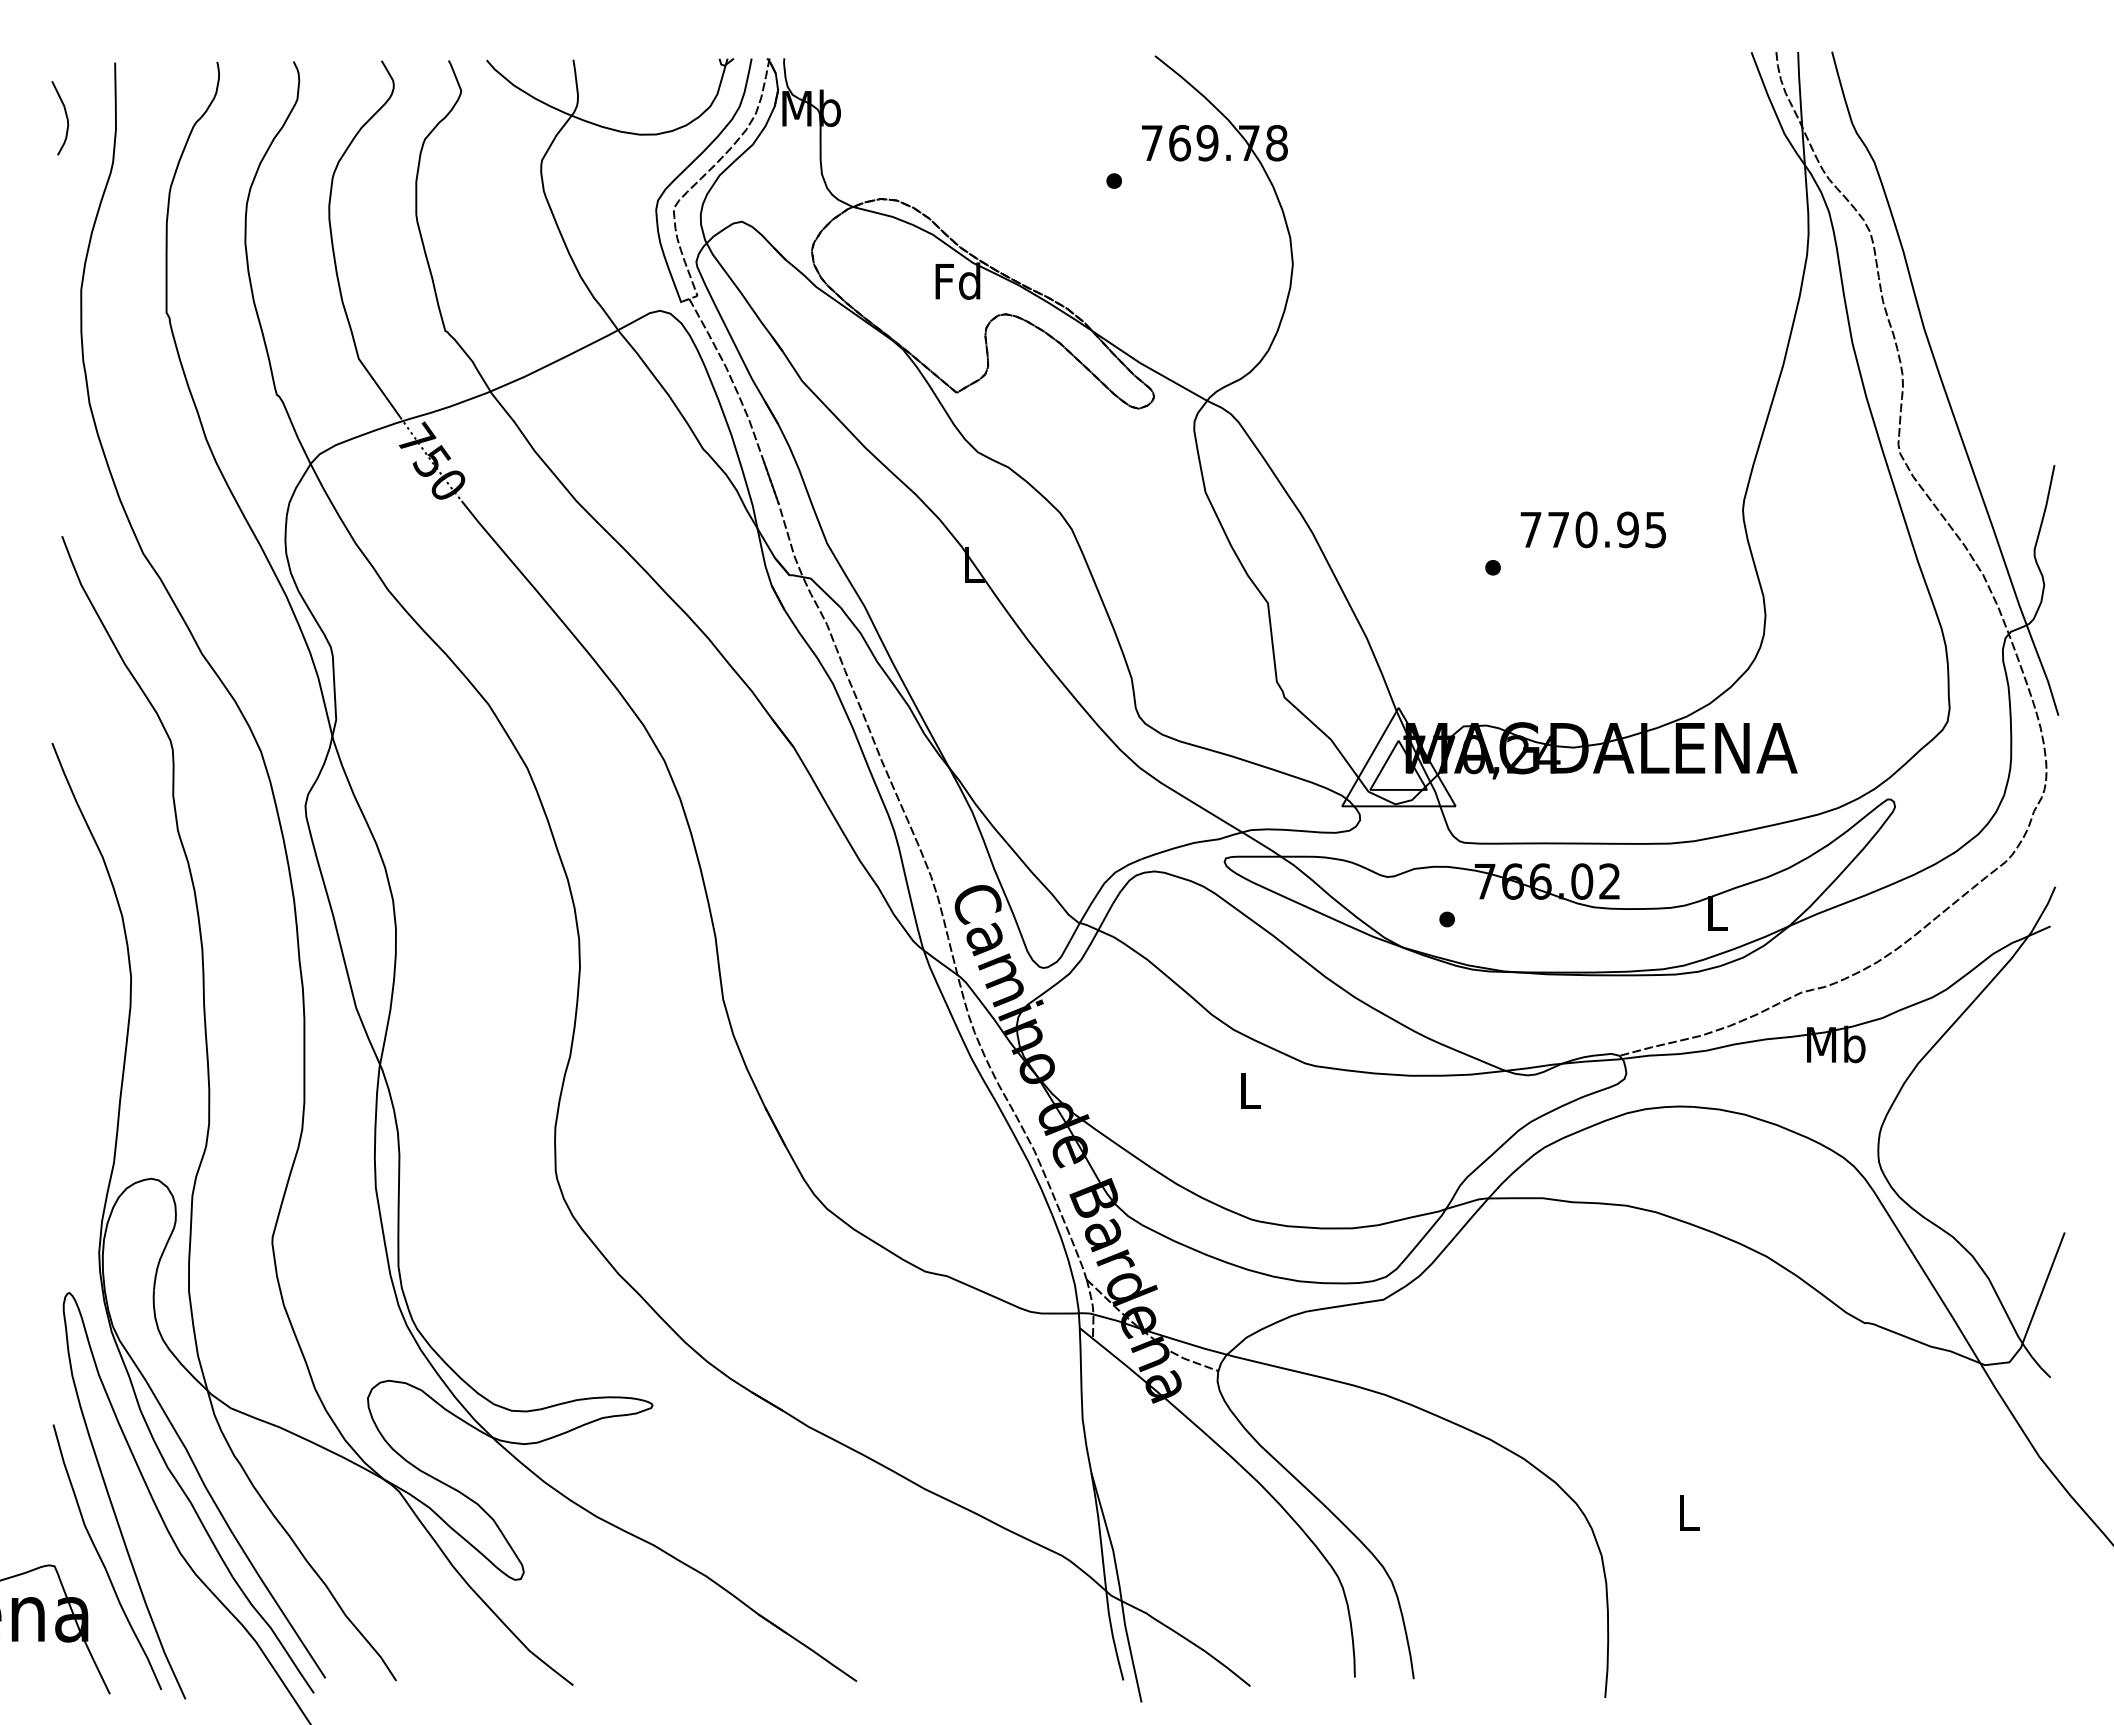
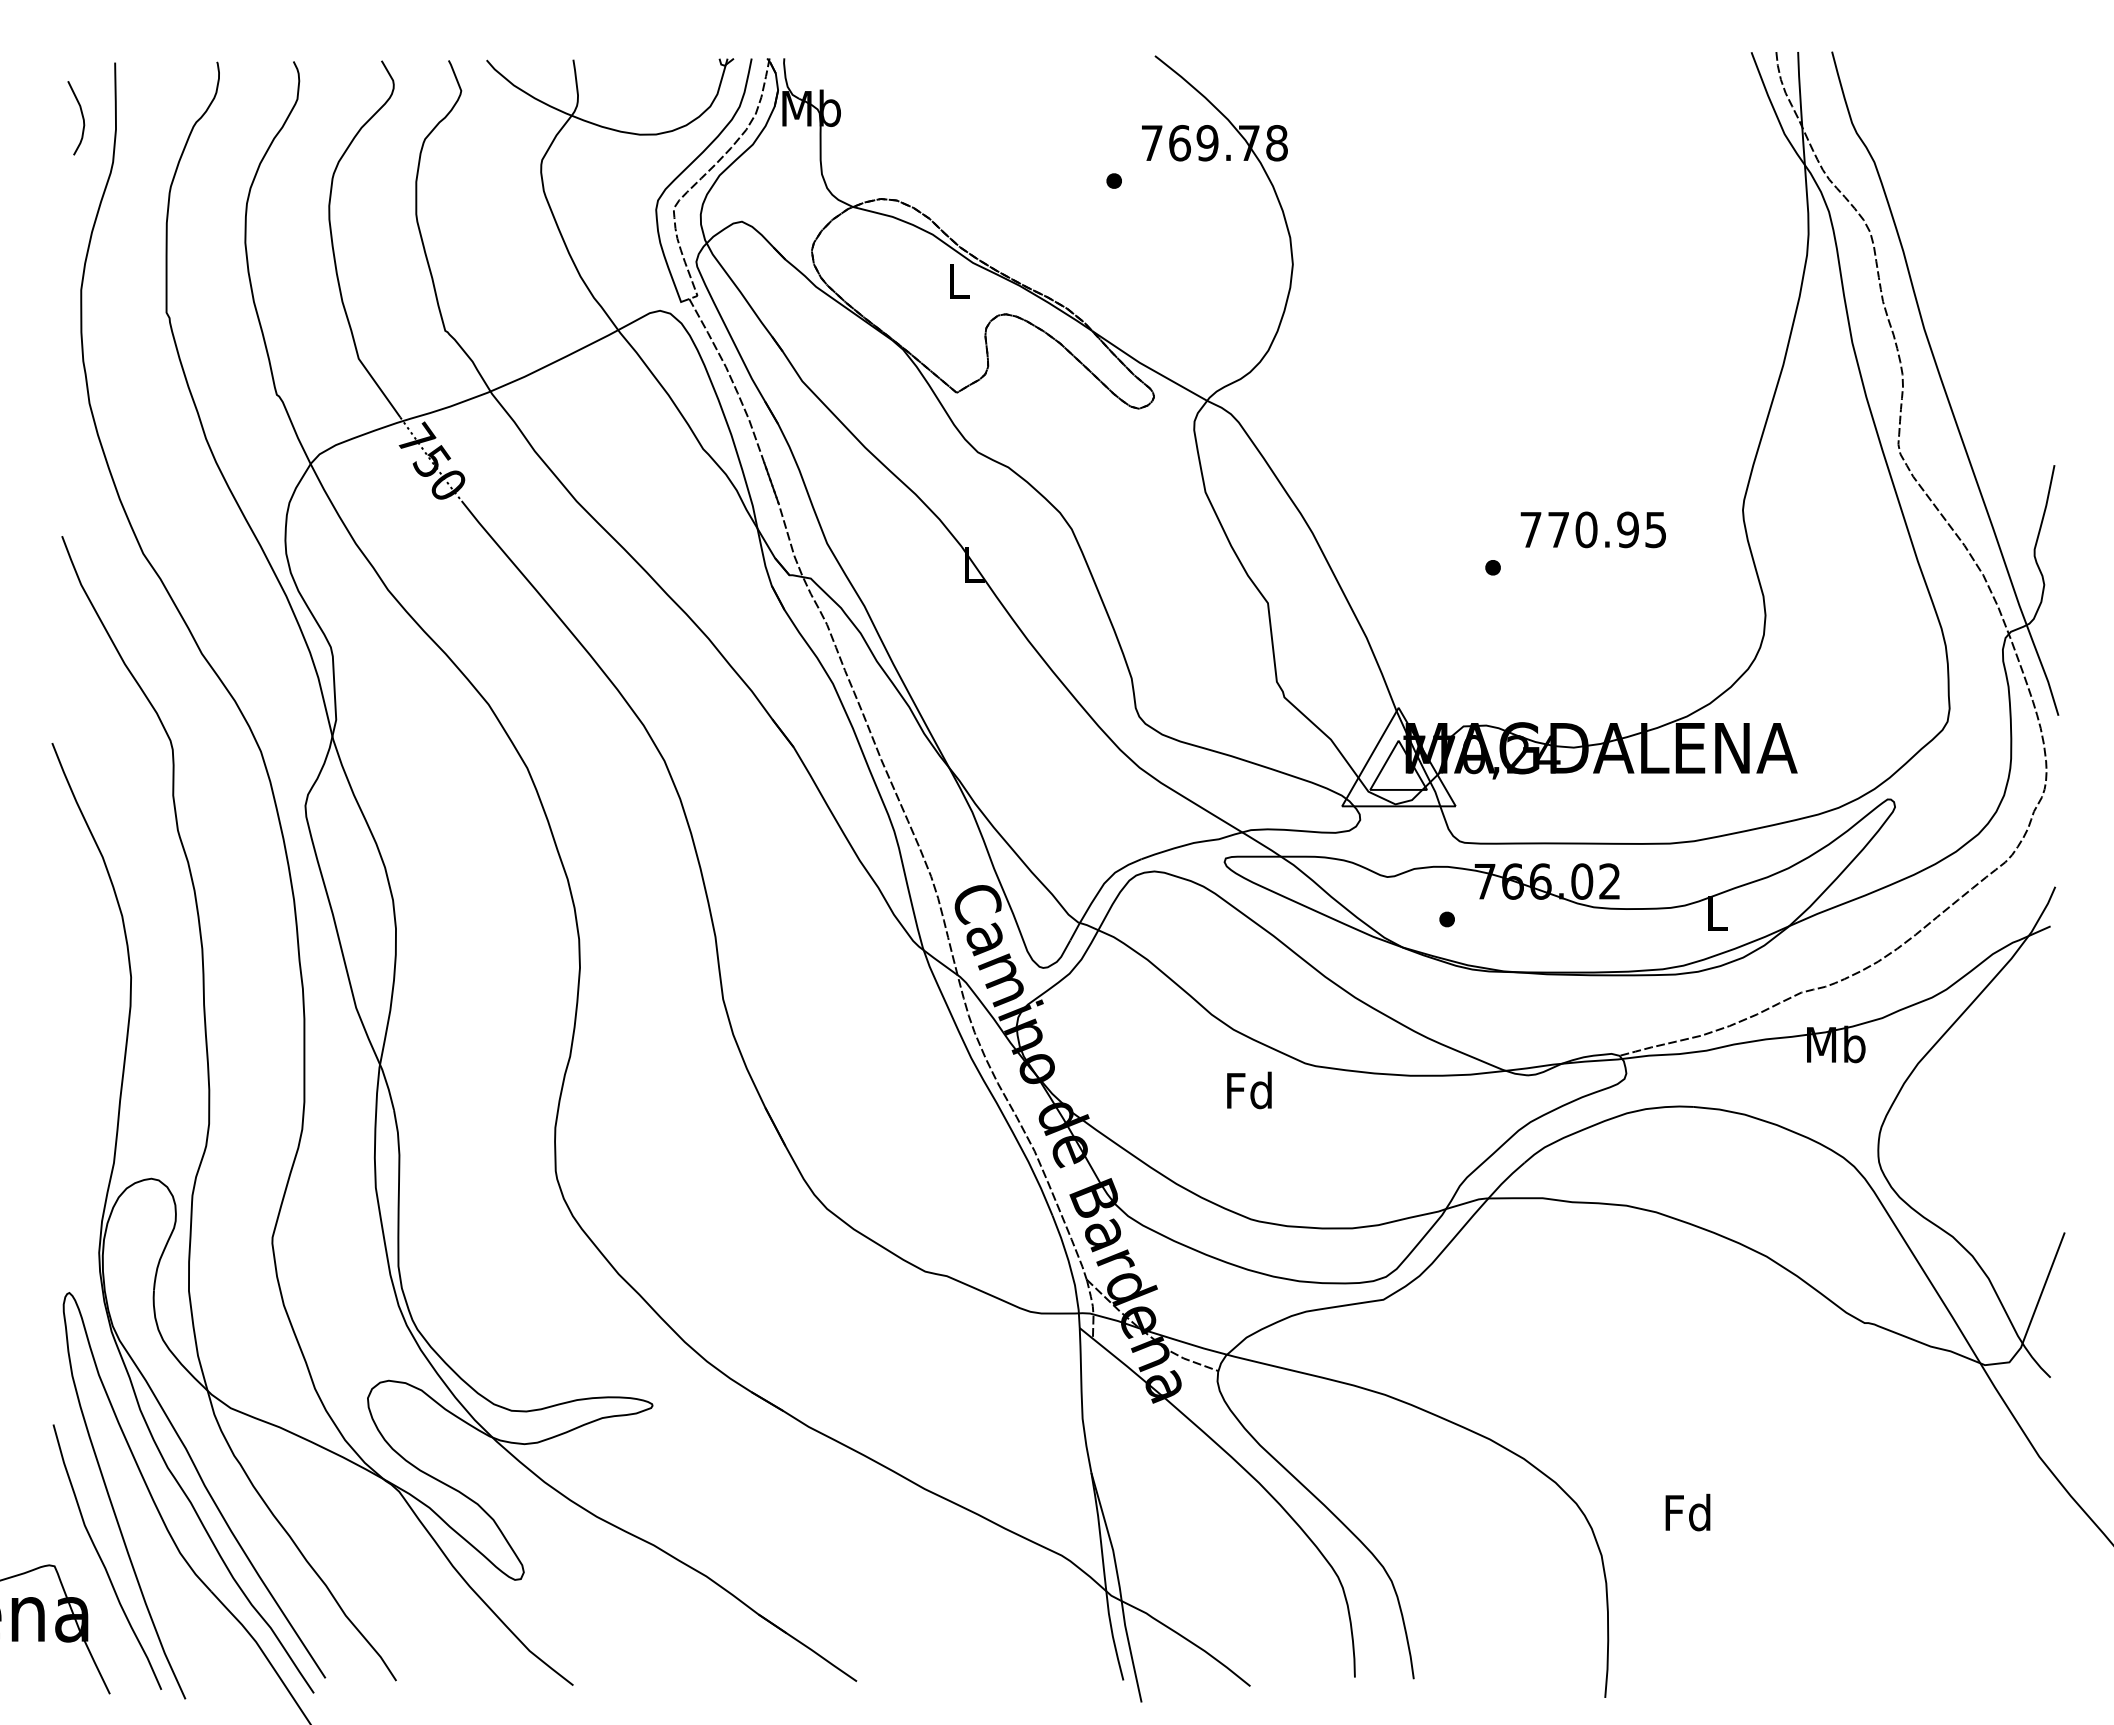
curve at (65, 115) position: (65, 115) -> (81, 115)
text at (957, 280): Fd -> L
text at (1249, 1090): L -> Fd
text at (1687, 1512): L -> Fd
